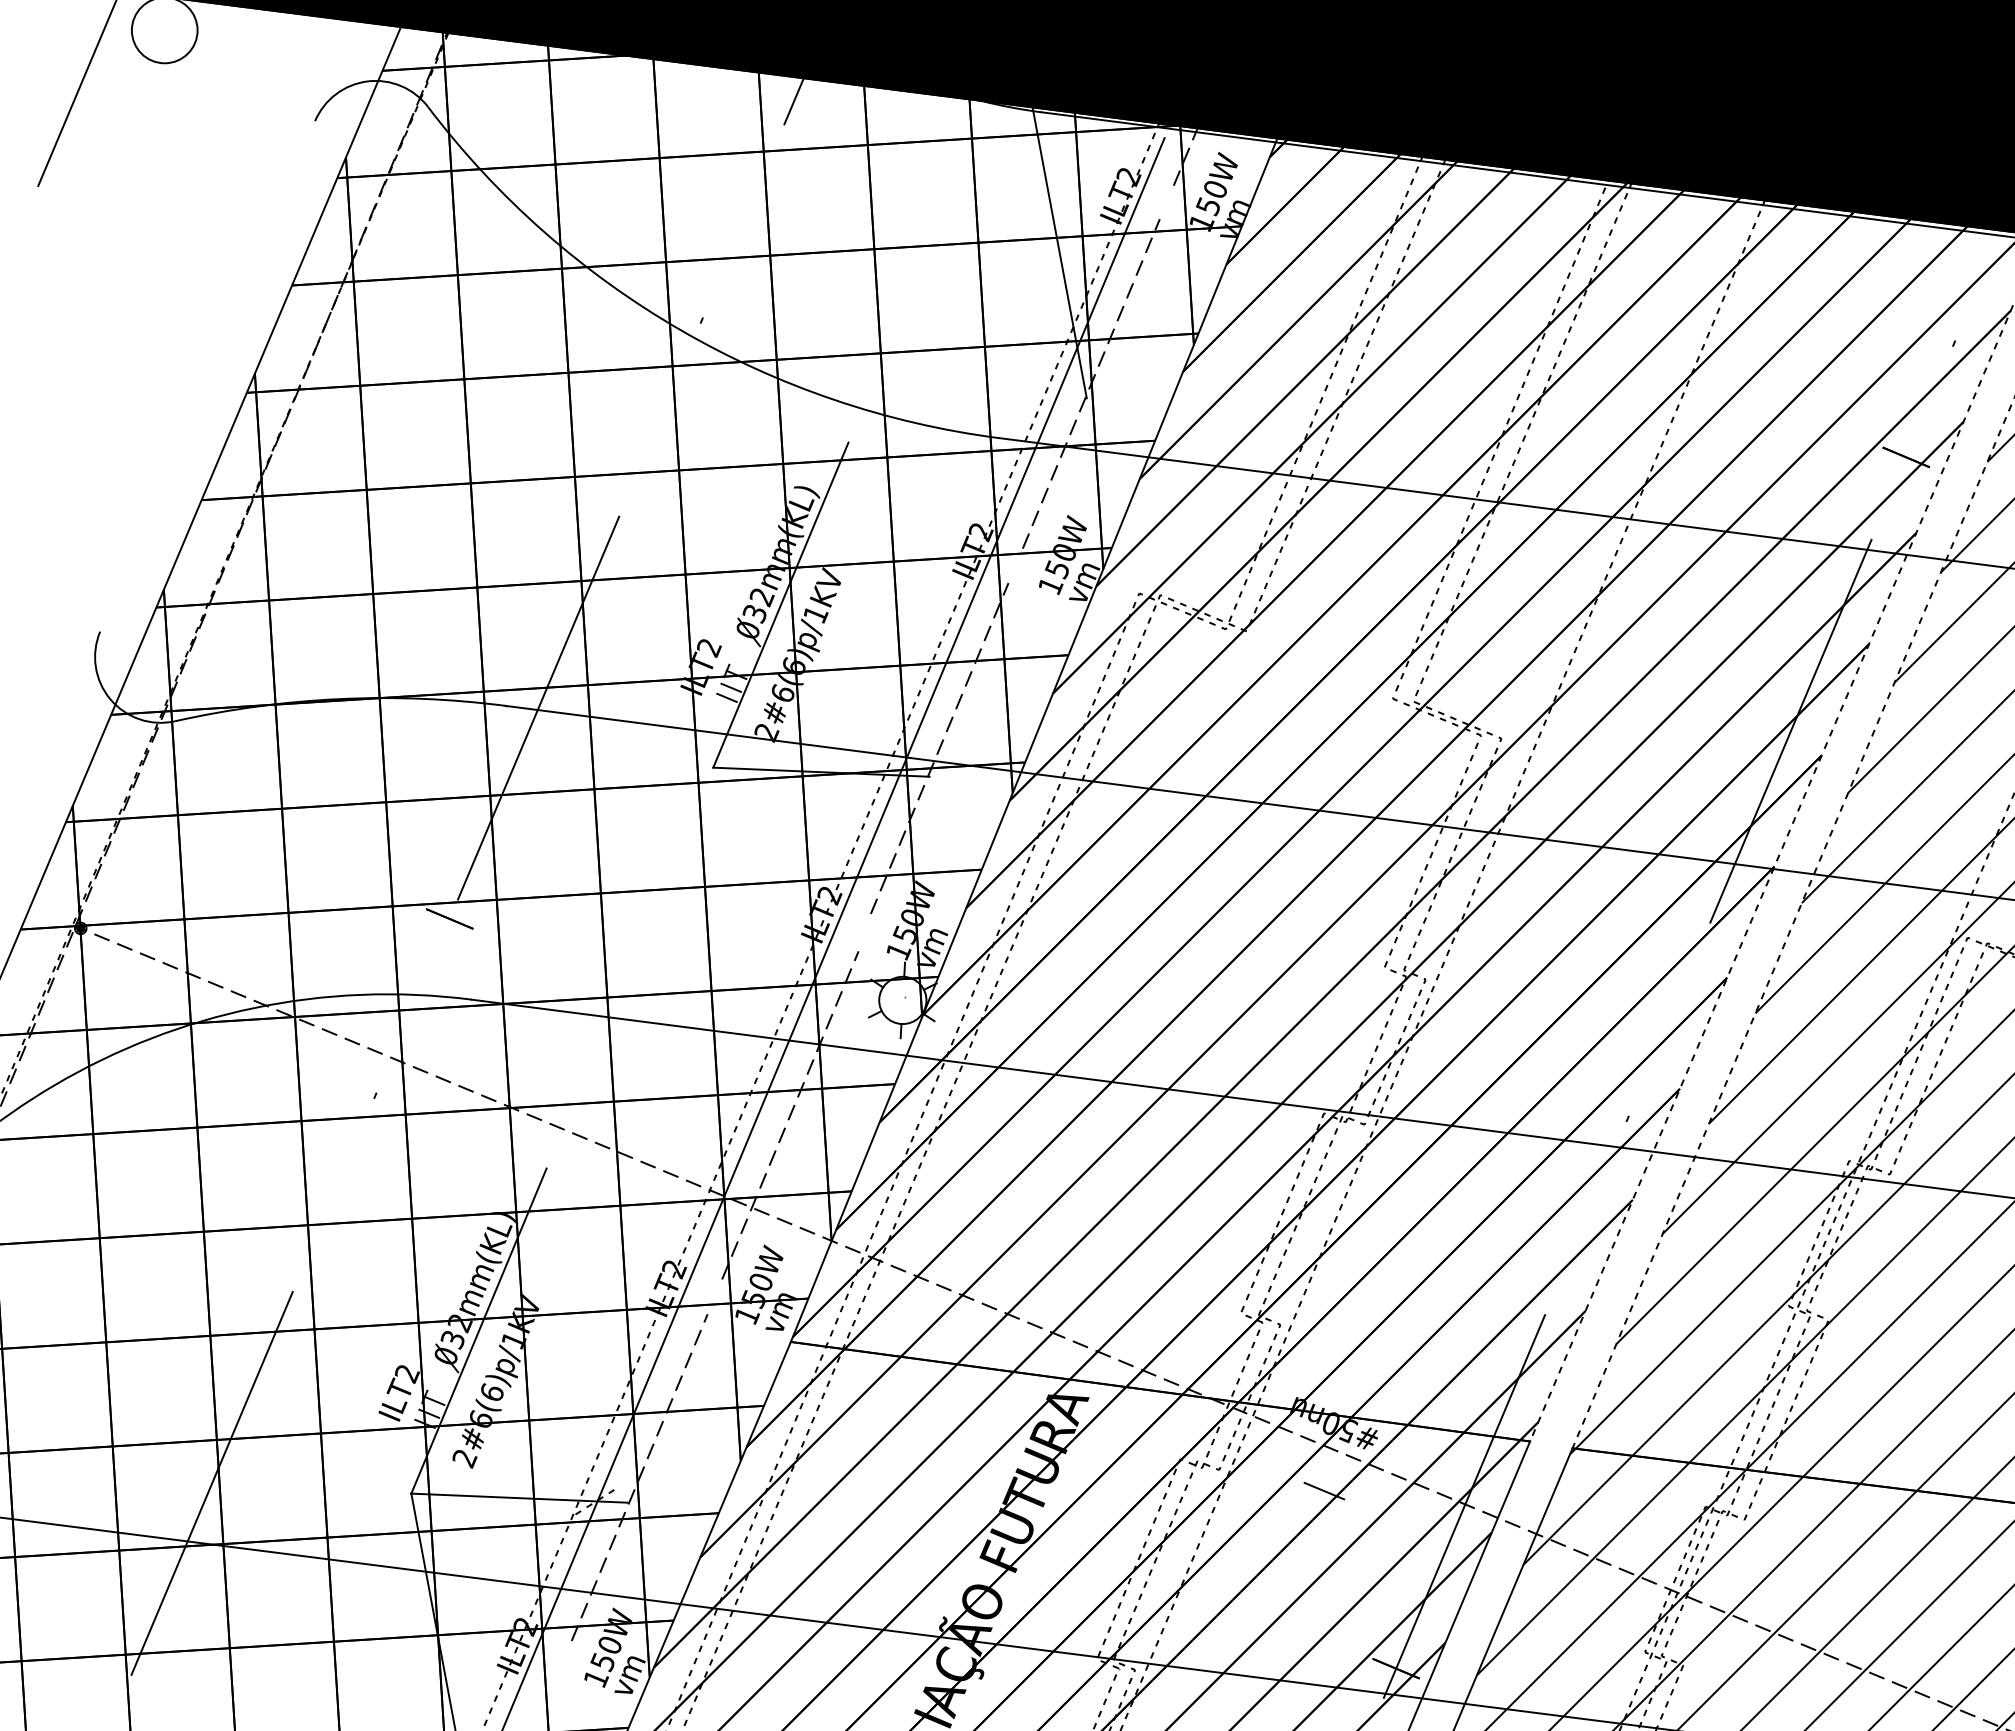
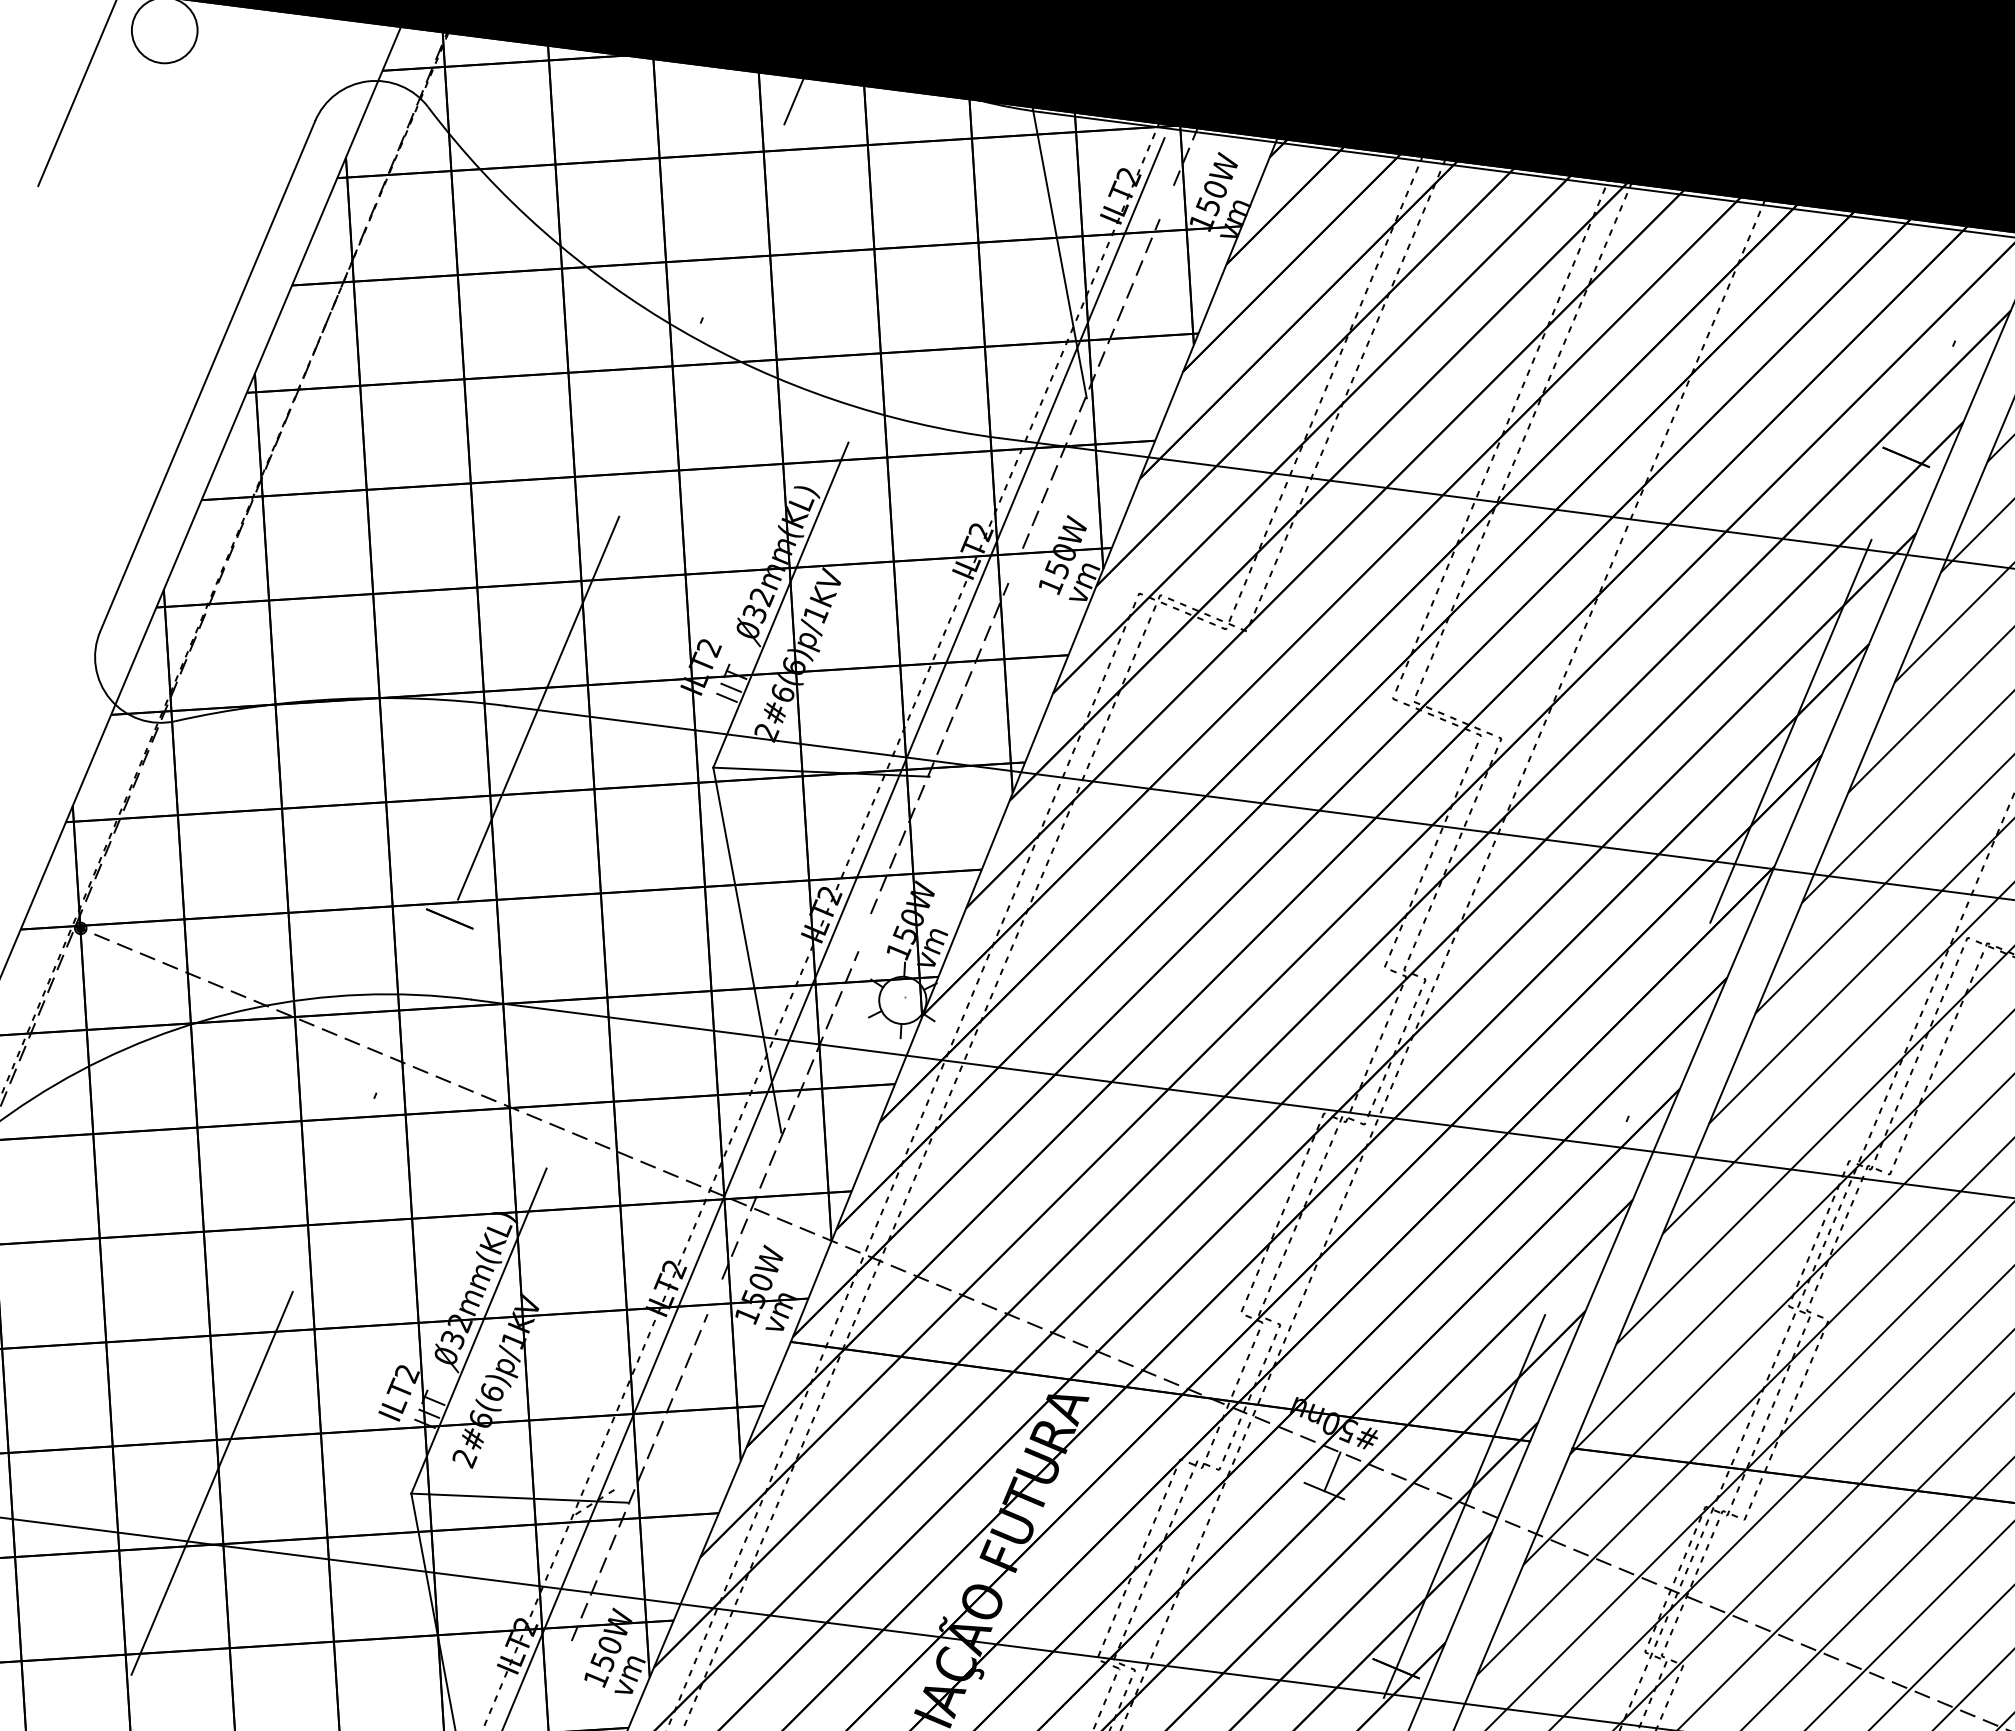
line at (207, 376): none -> present
line at (1772, 871): dashed -> solid
line at (1793, 923): dashed -> solid
line at (747, 949): none -> present
line at (1332, 1471): none -> present
